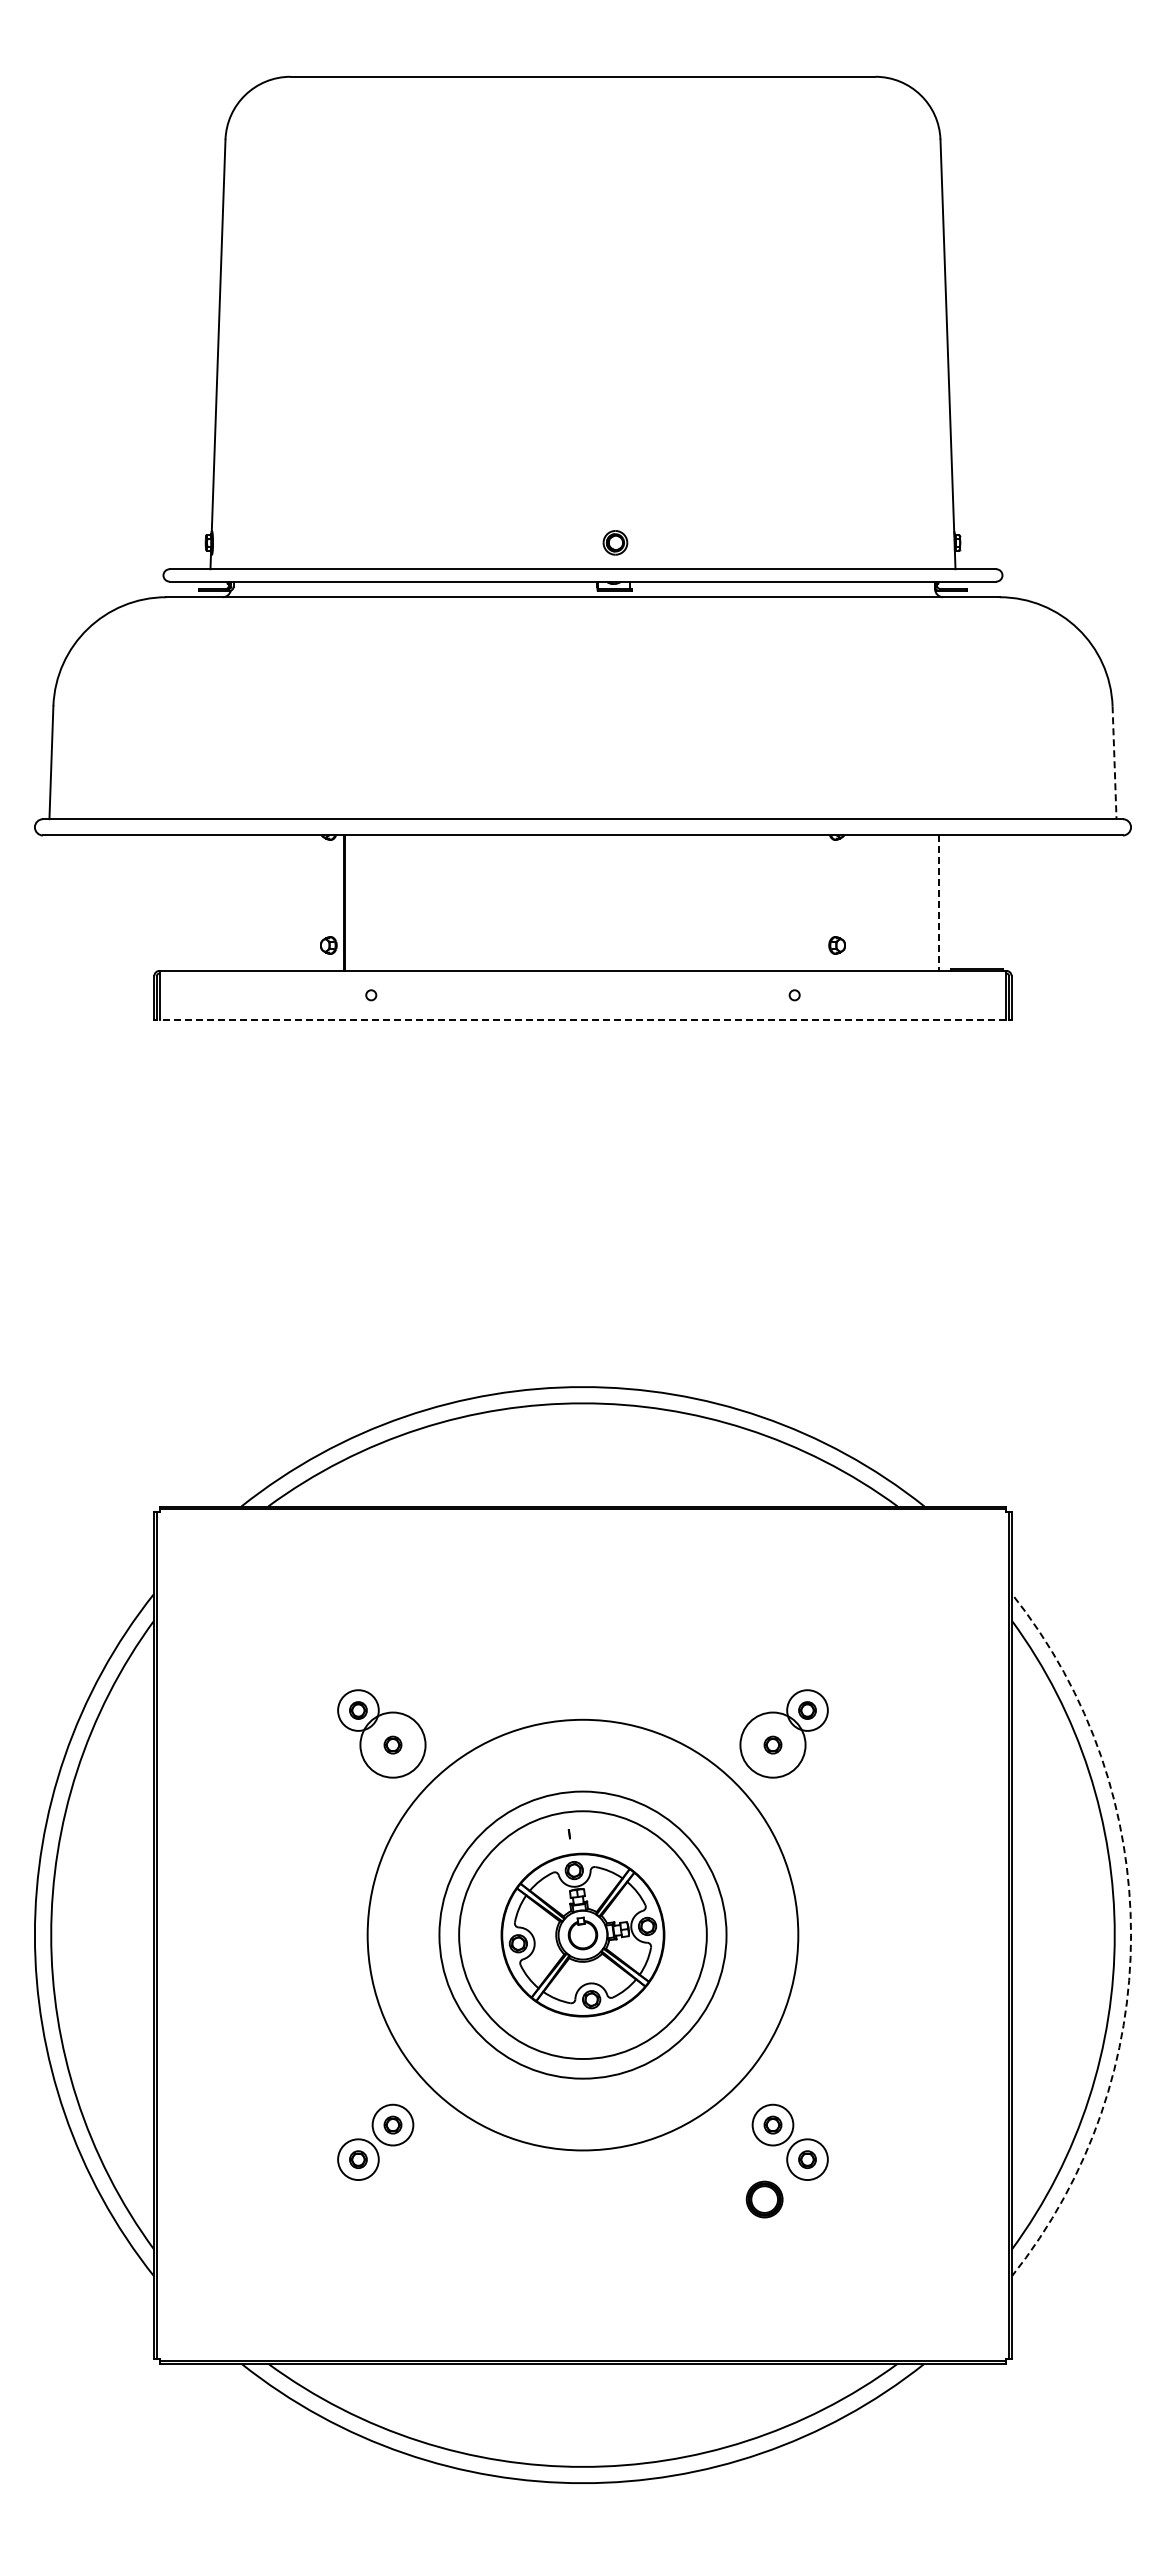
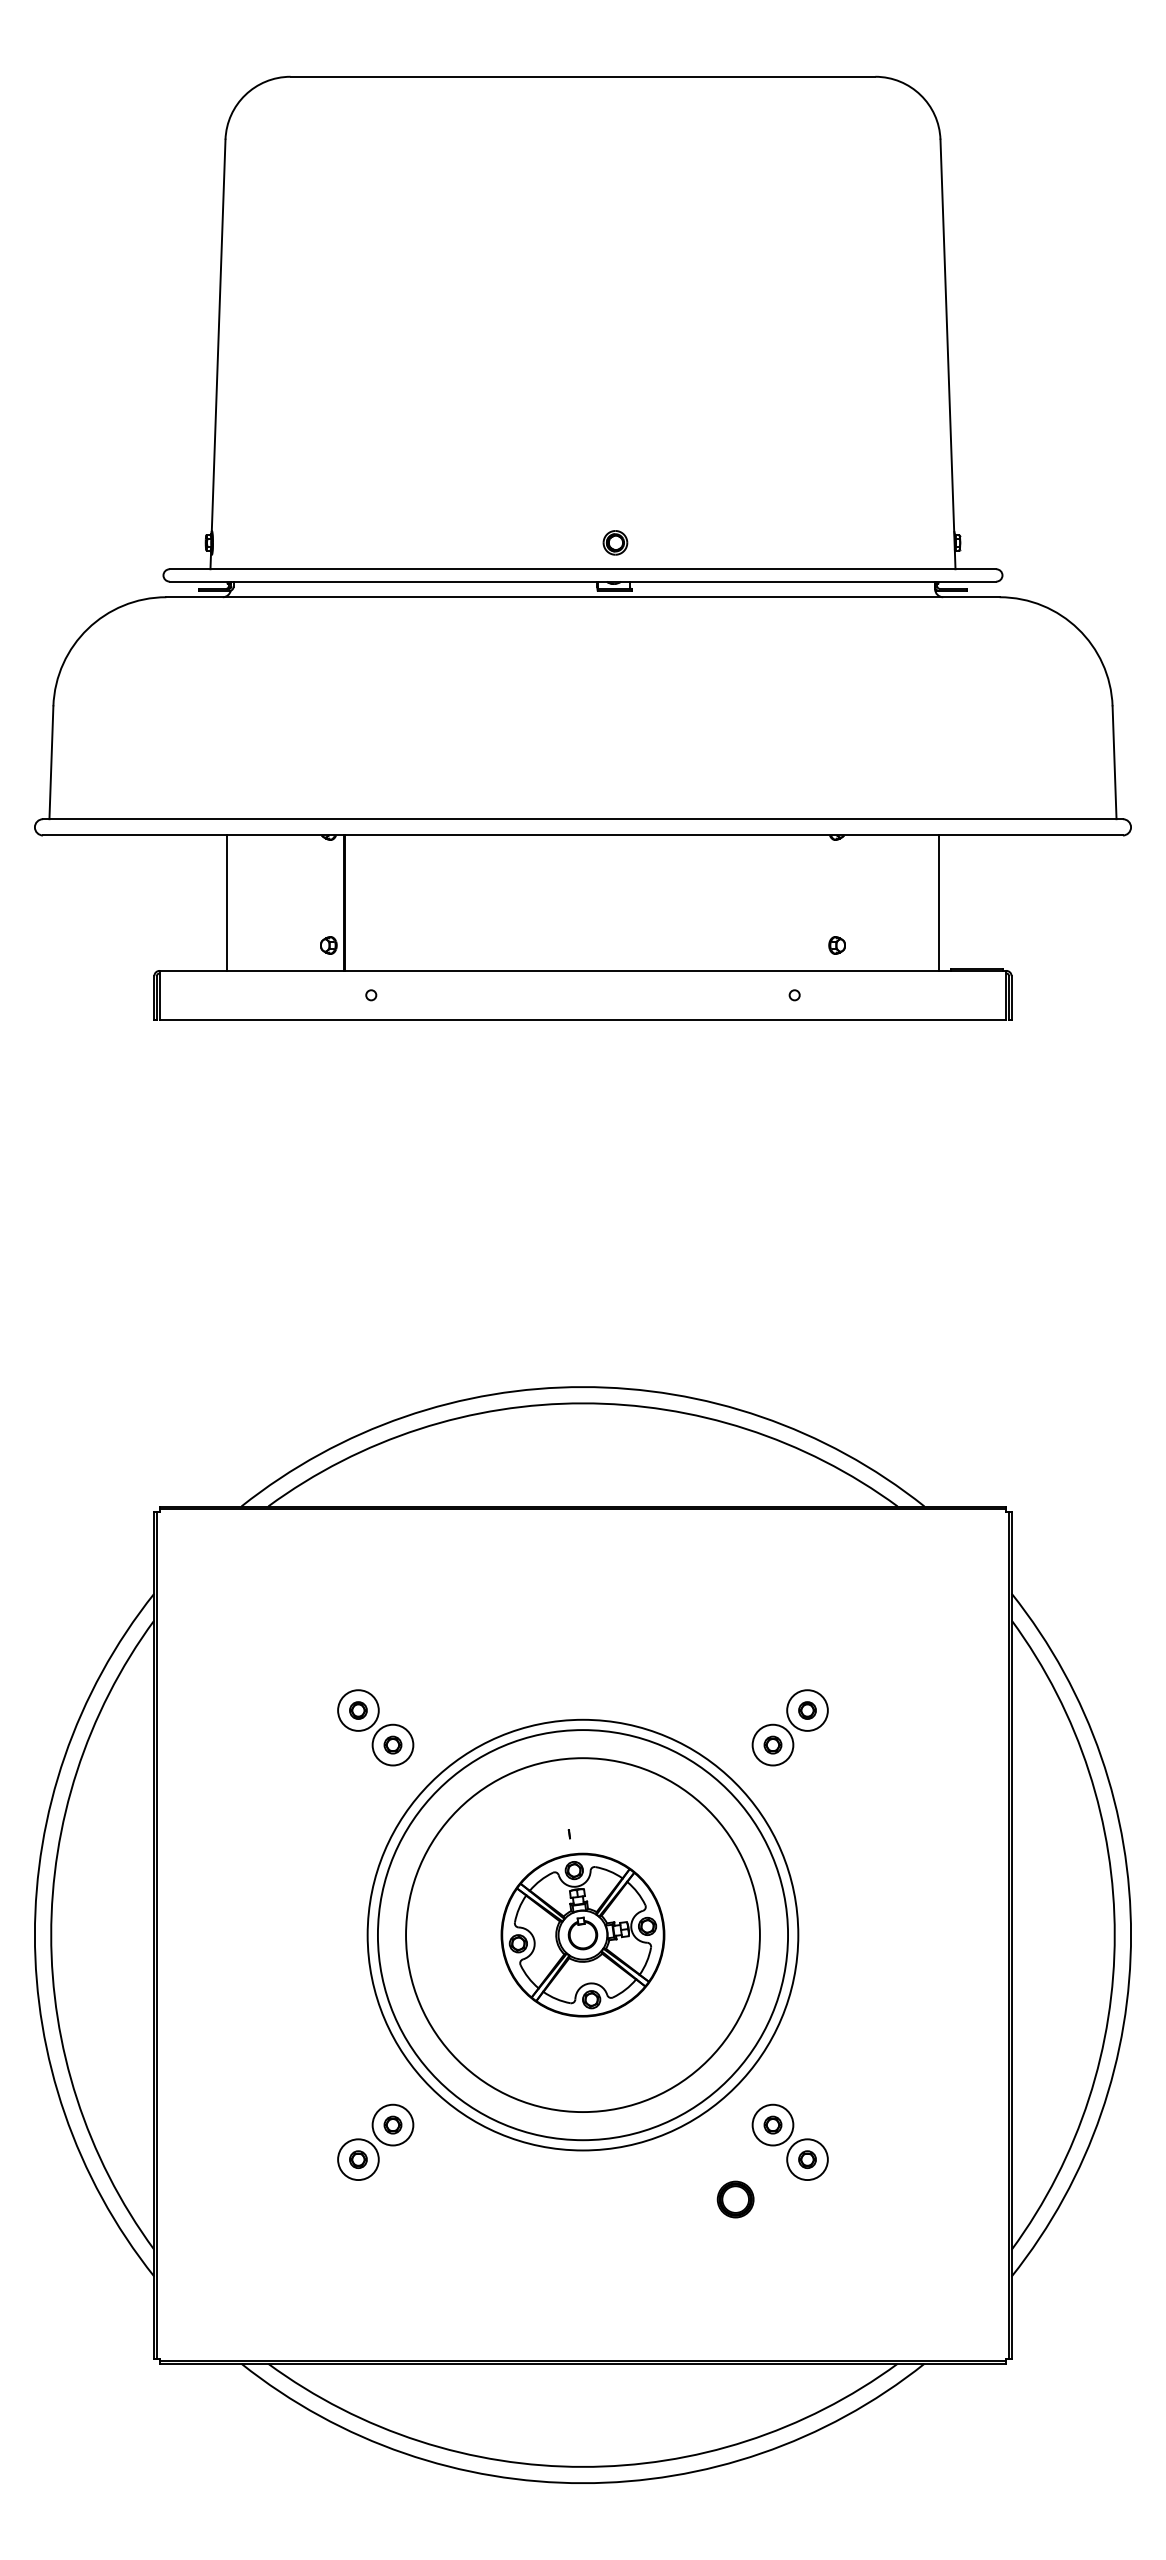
line at (1114, 763): dashed -> solid
line at (227, 902): none -> present
line at (938, 903): dashed -> solid
line at (582, 1019): dashed -> solid
circle at (392, 1744) diameter: 65 px -> 41 px
circle at (772, 1744) diameter: 65 px -> 41 px
circle at (582, 1934) diameter: 287 px -> 410 px
circle at (582, 1935) diameter: 248 px -> 354 px
arc at (1131, 1935): dashed -> solid
part at (764, 2199) position: (764, 2199) -> (735, 2199)
